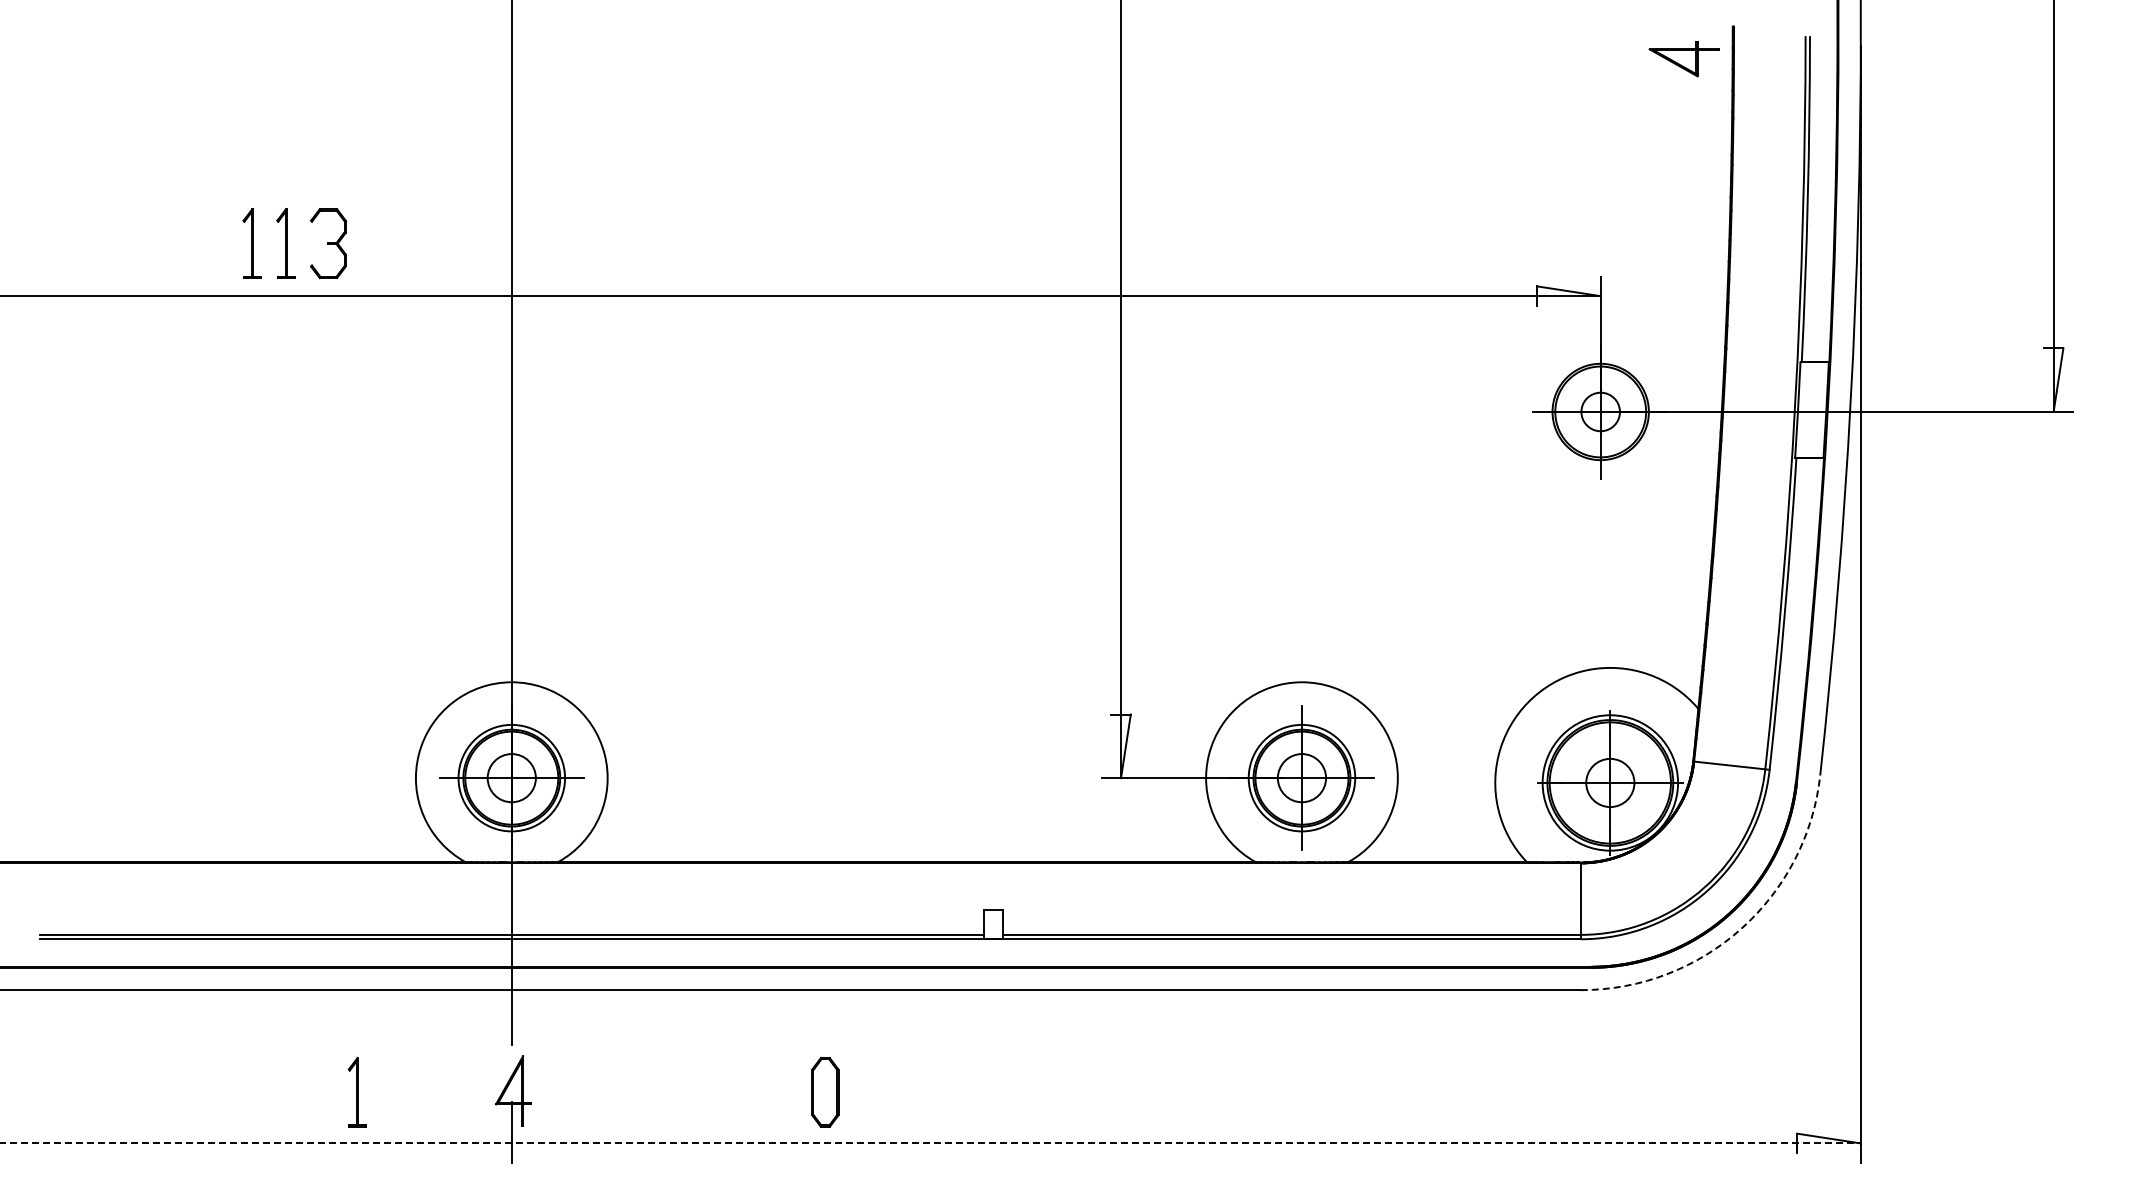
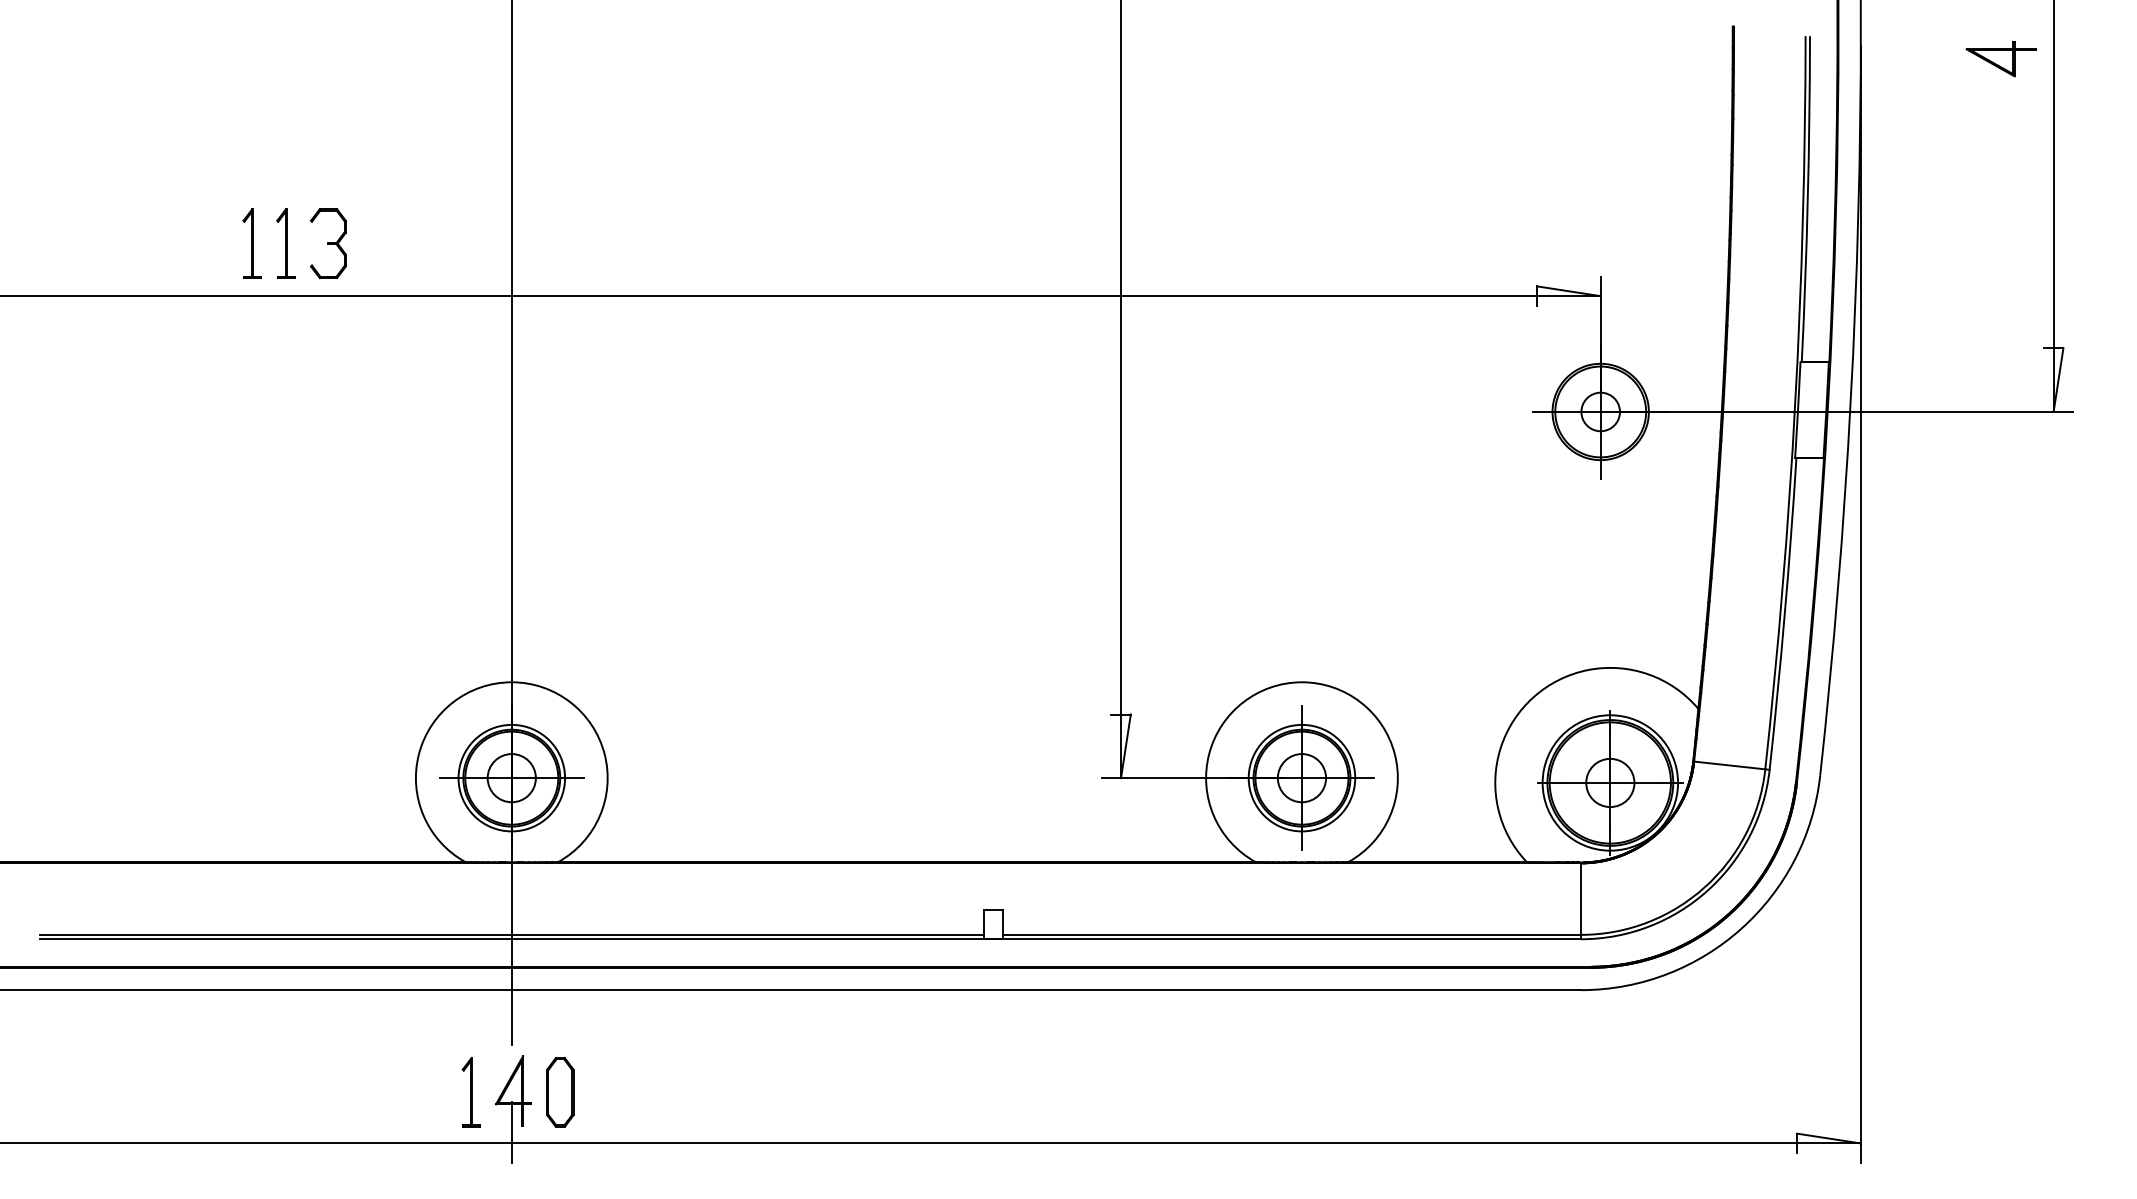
part at (1683, 59) position: (1683, 59) -> (2000, 59)
arc at (1741, 928): dashed -> solid
part at (356, 1091) position: (356, 1091) -> (470, 1091)
part at (825, 1092) position: (825, 1092) -> (560, 1092)
line at (931, 1143): dashed -> solid
